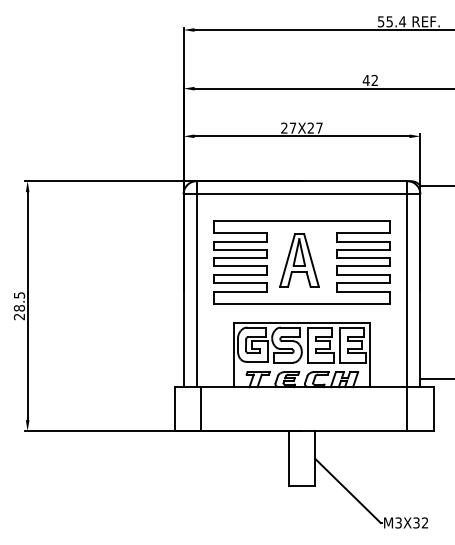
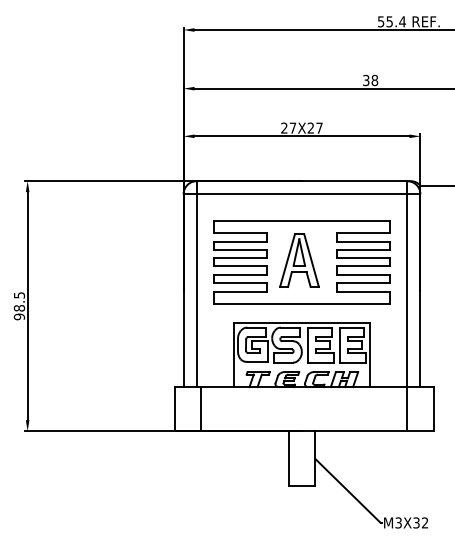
text at (370, 80): 42 -> 38
text at (19, 316): 28.5 -> 98.5
line at (435, 378): present -> none
